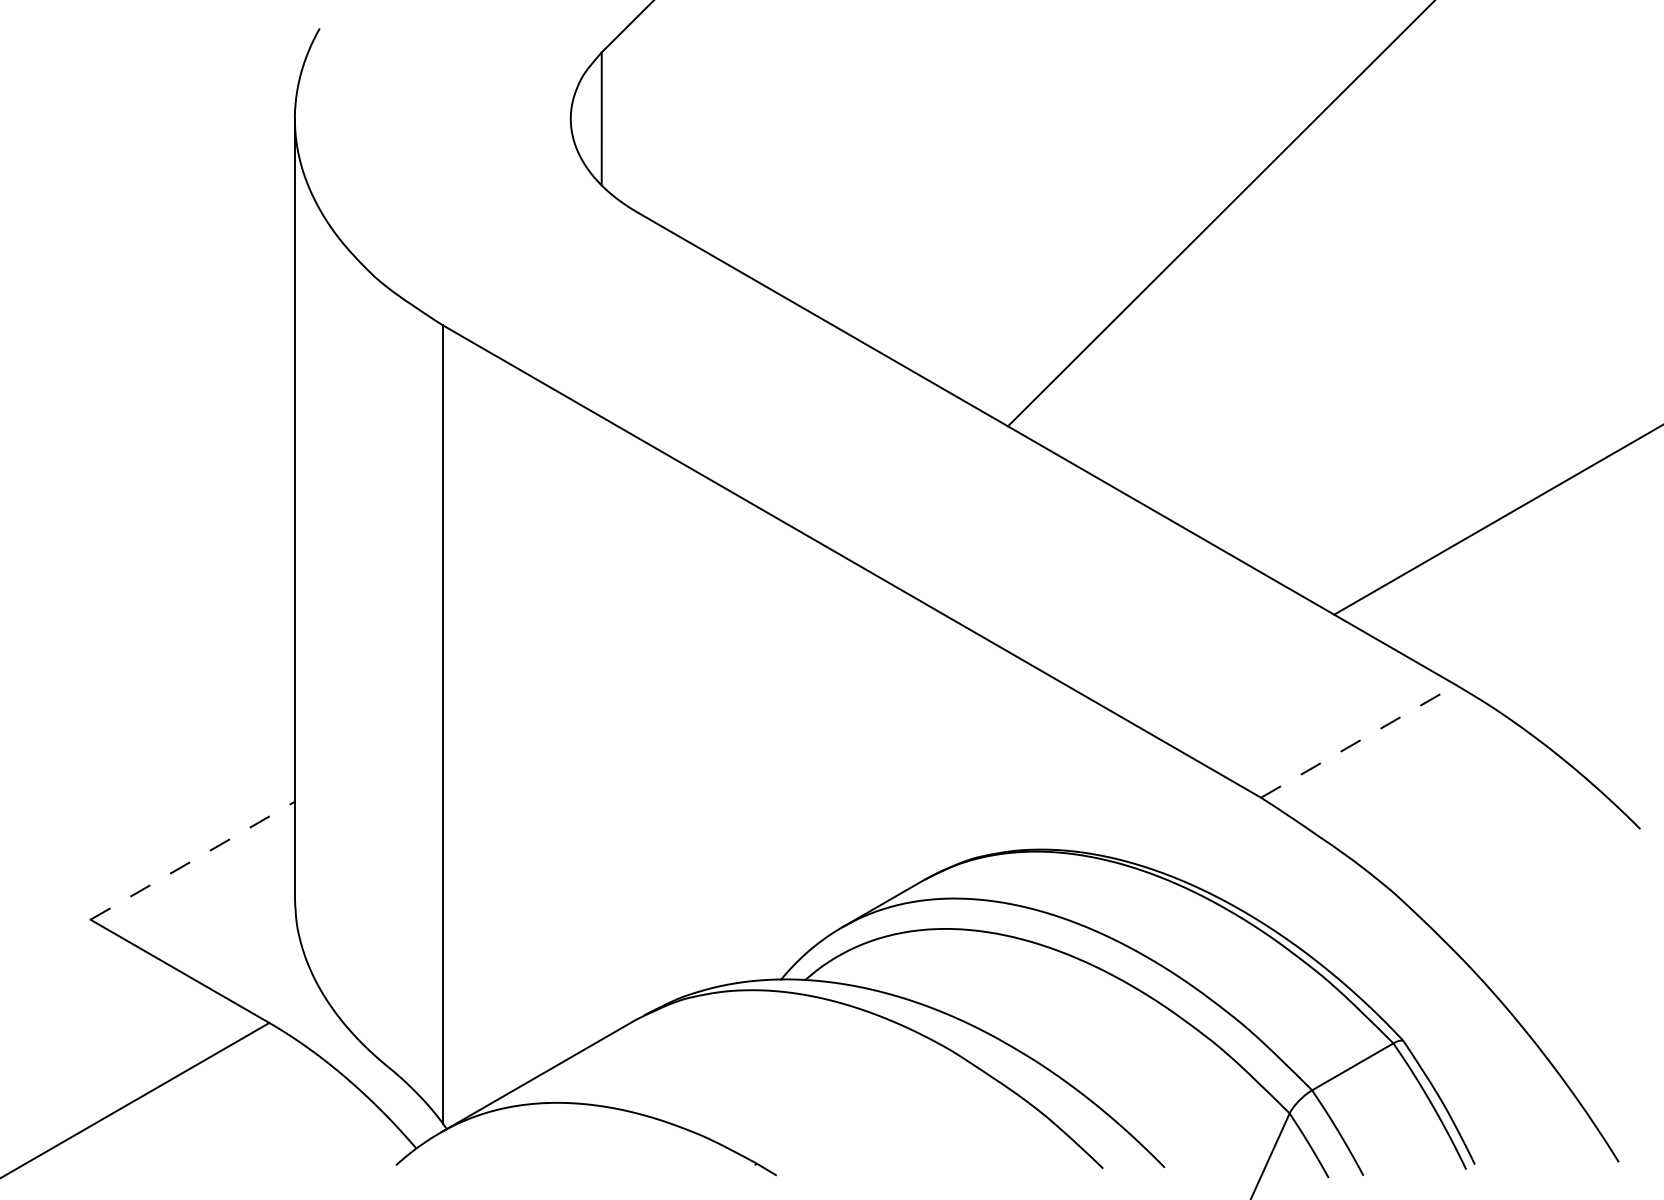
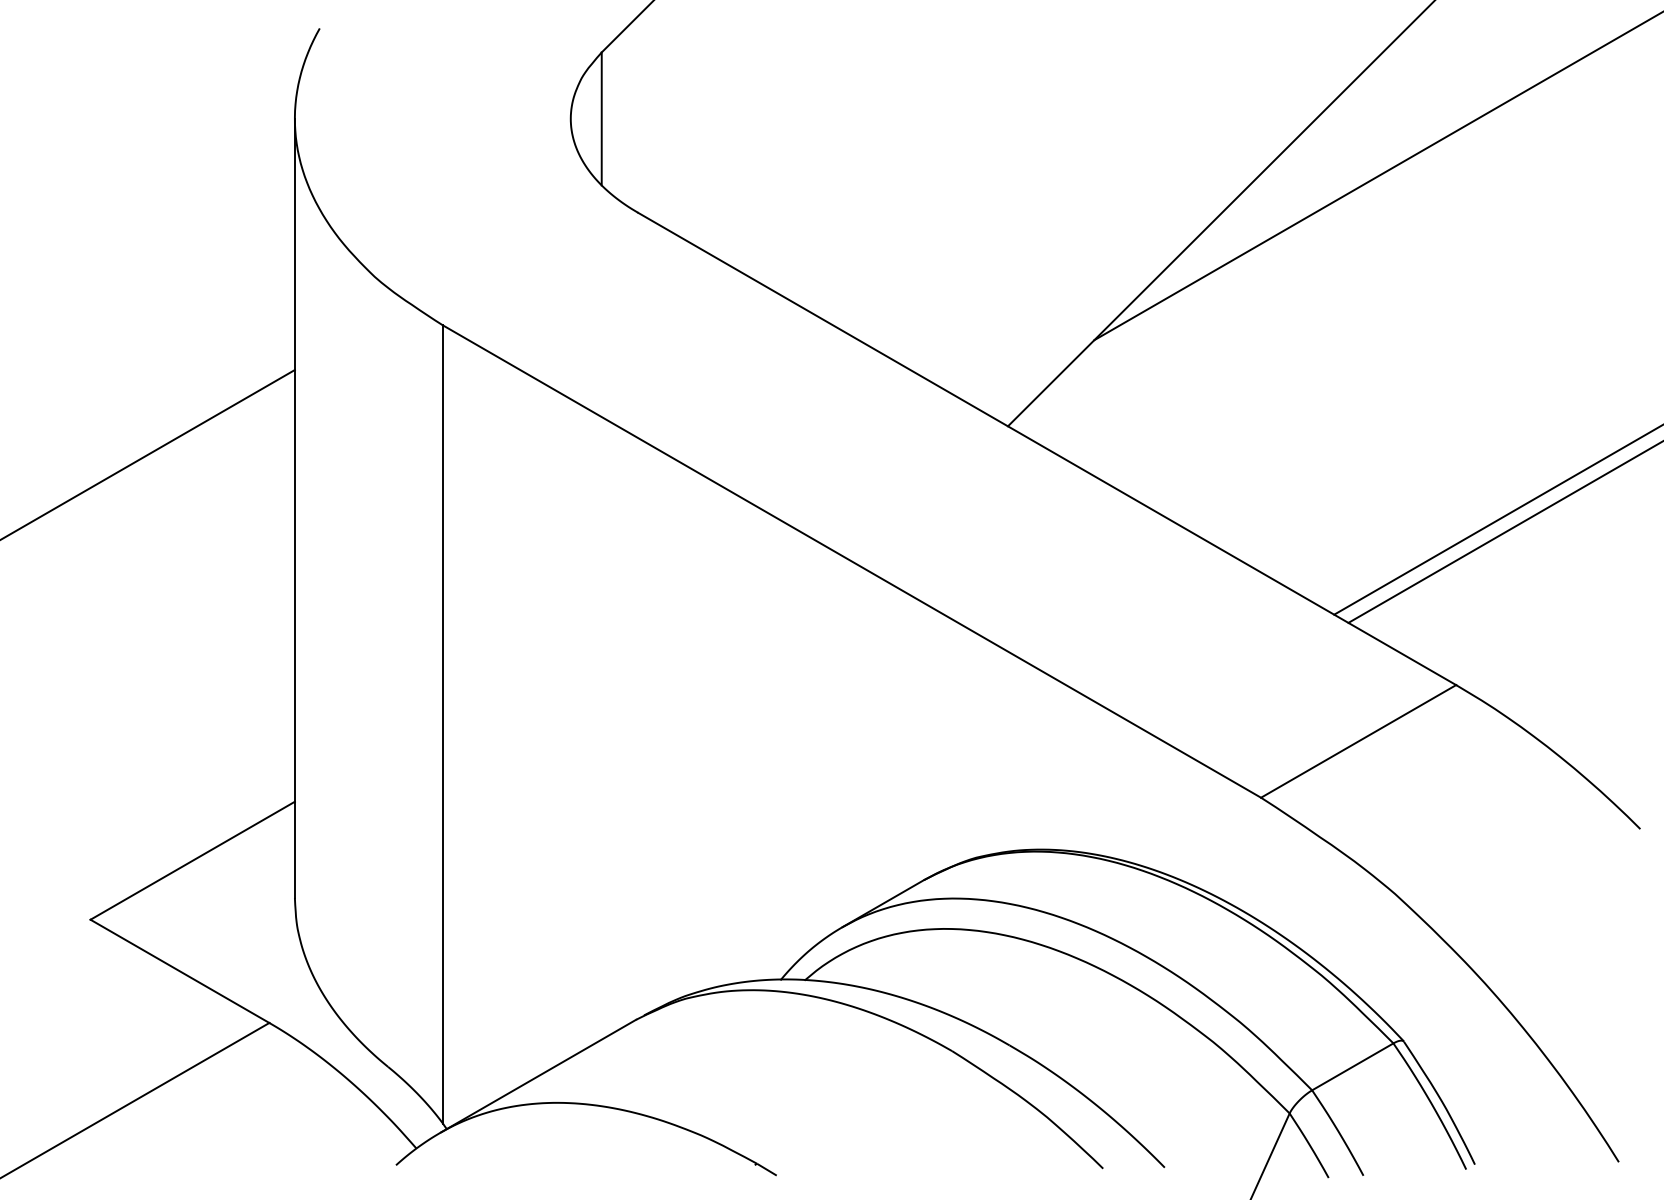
line at (1377, 176): none -> present
line at (148, 454): none -> present
line at (1504, 532): none -> present
line at (1358, 741): dashed -> solid
line at (192, 860): dashed -> solid
